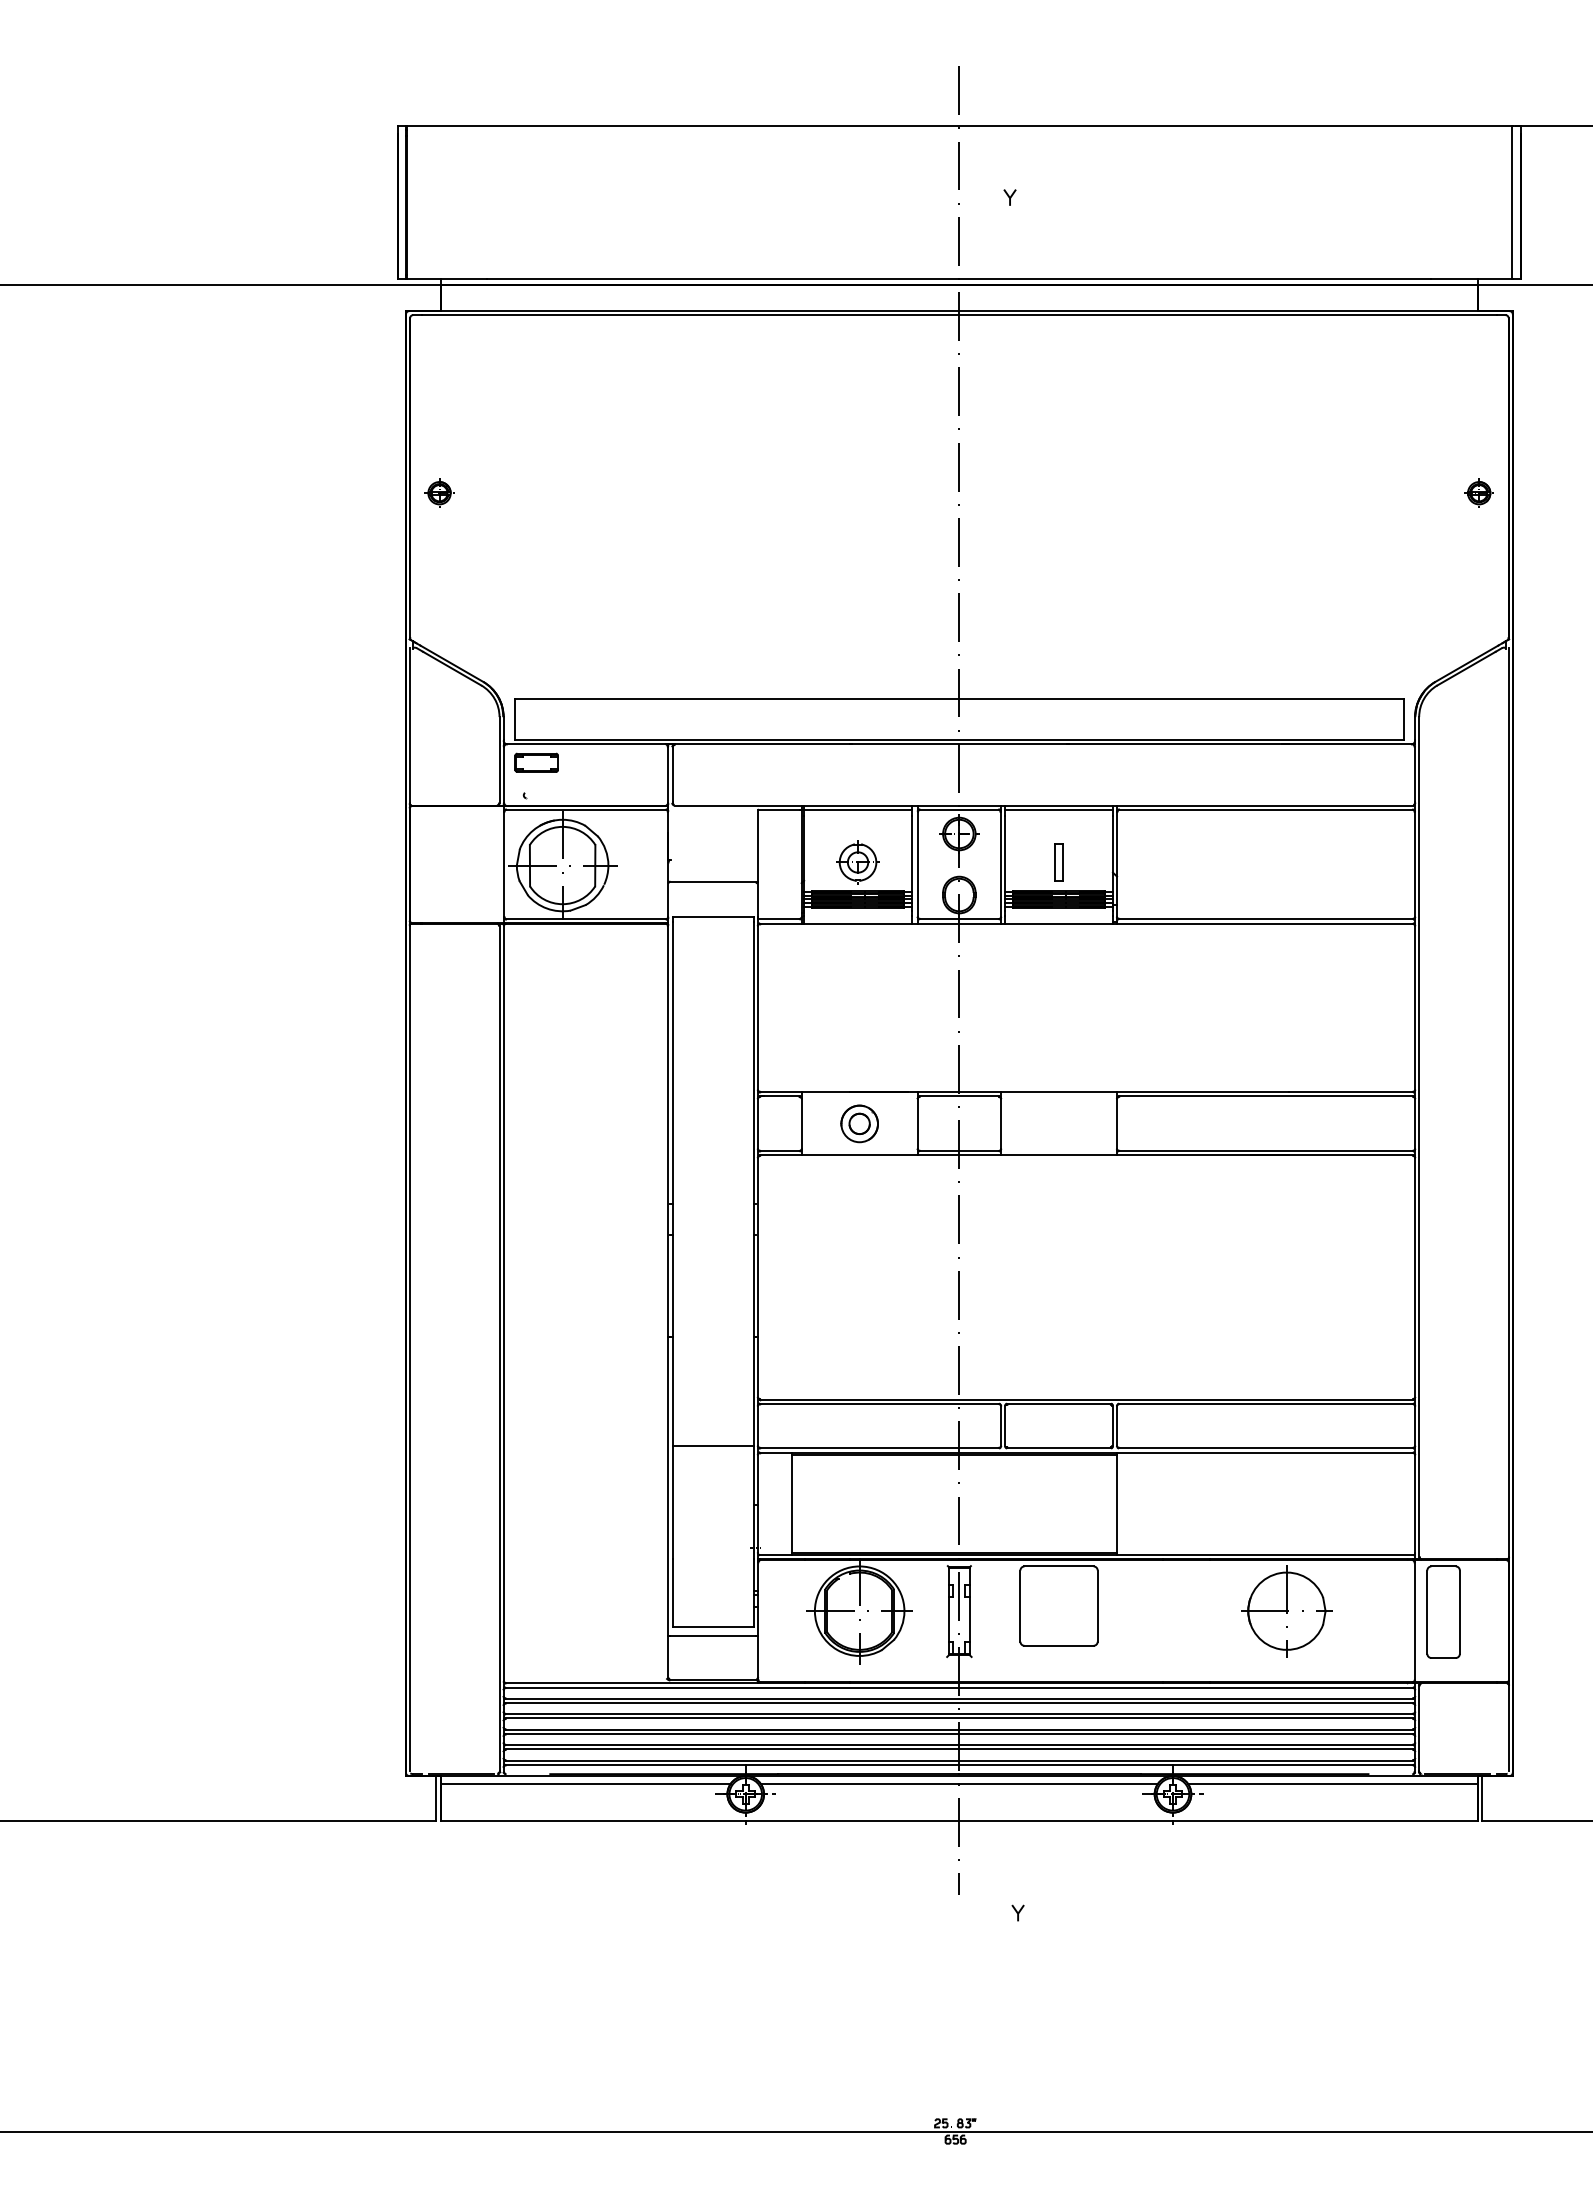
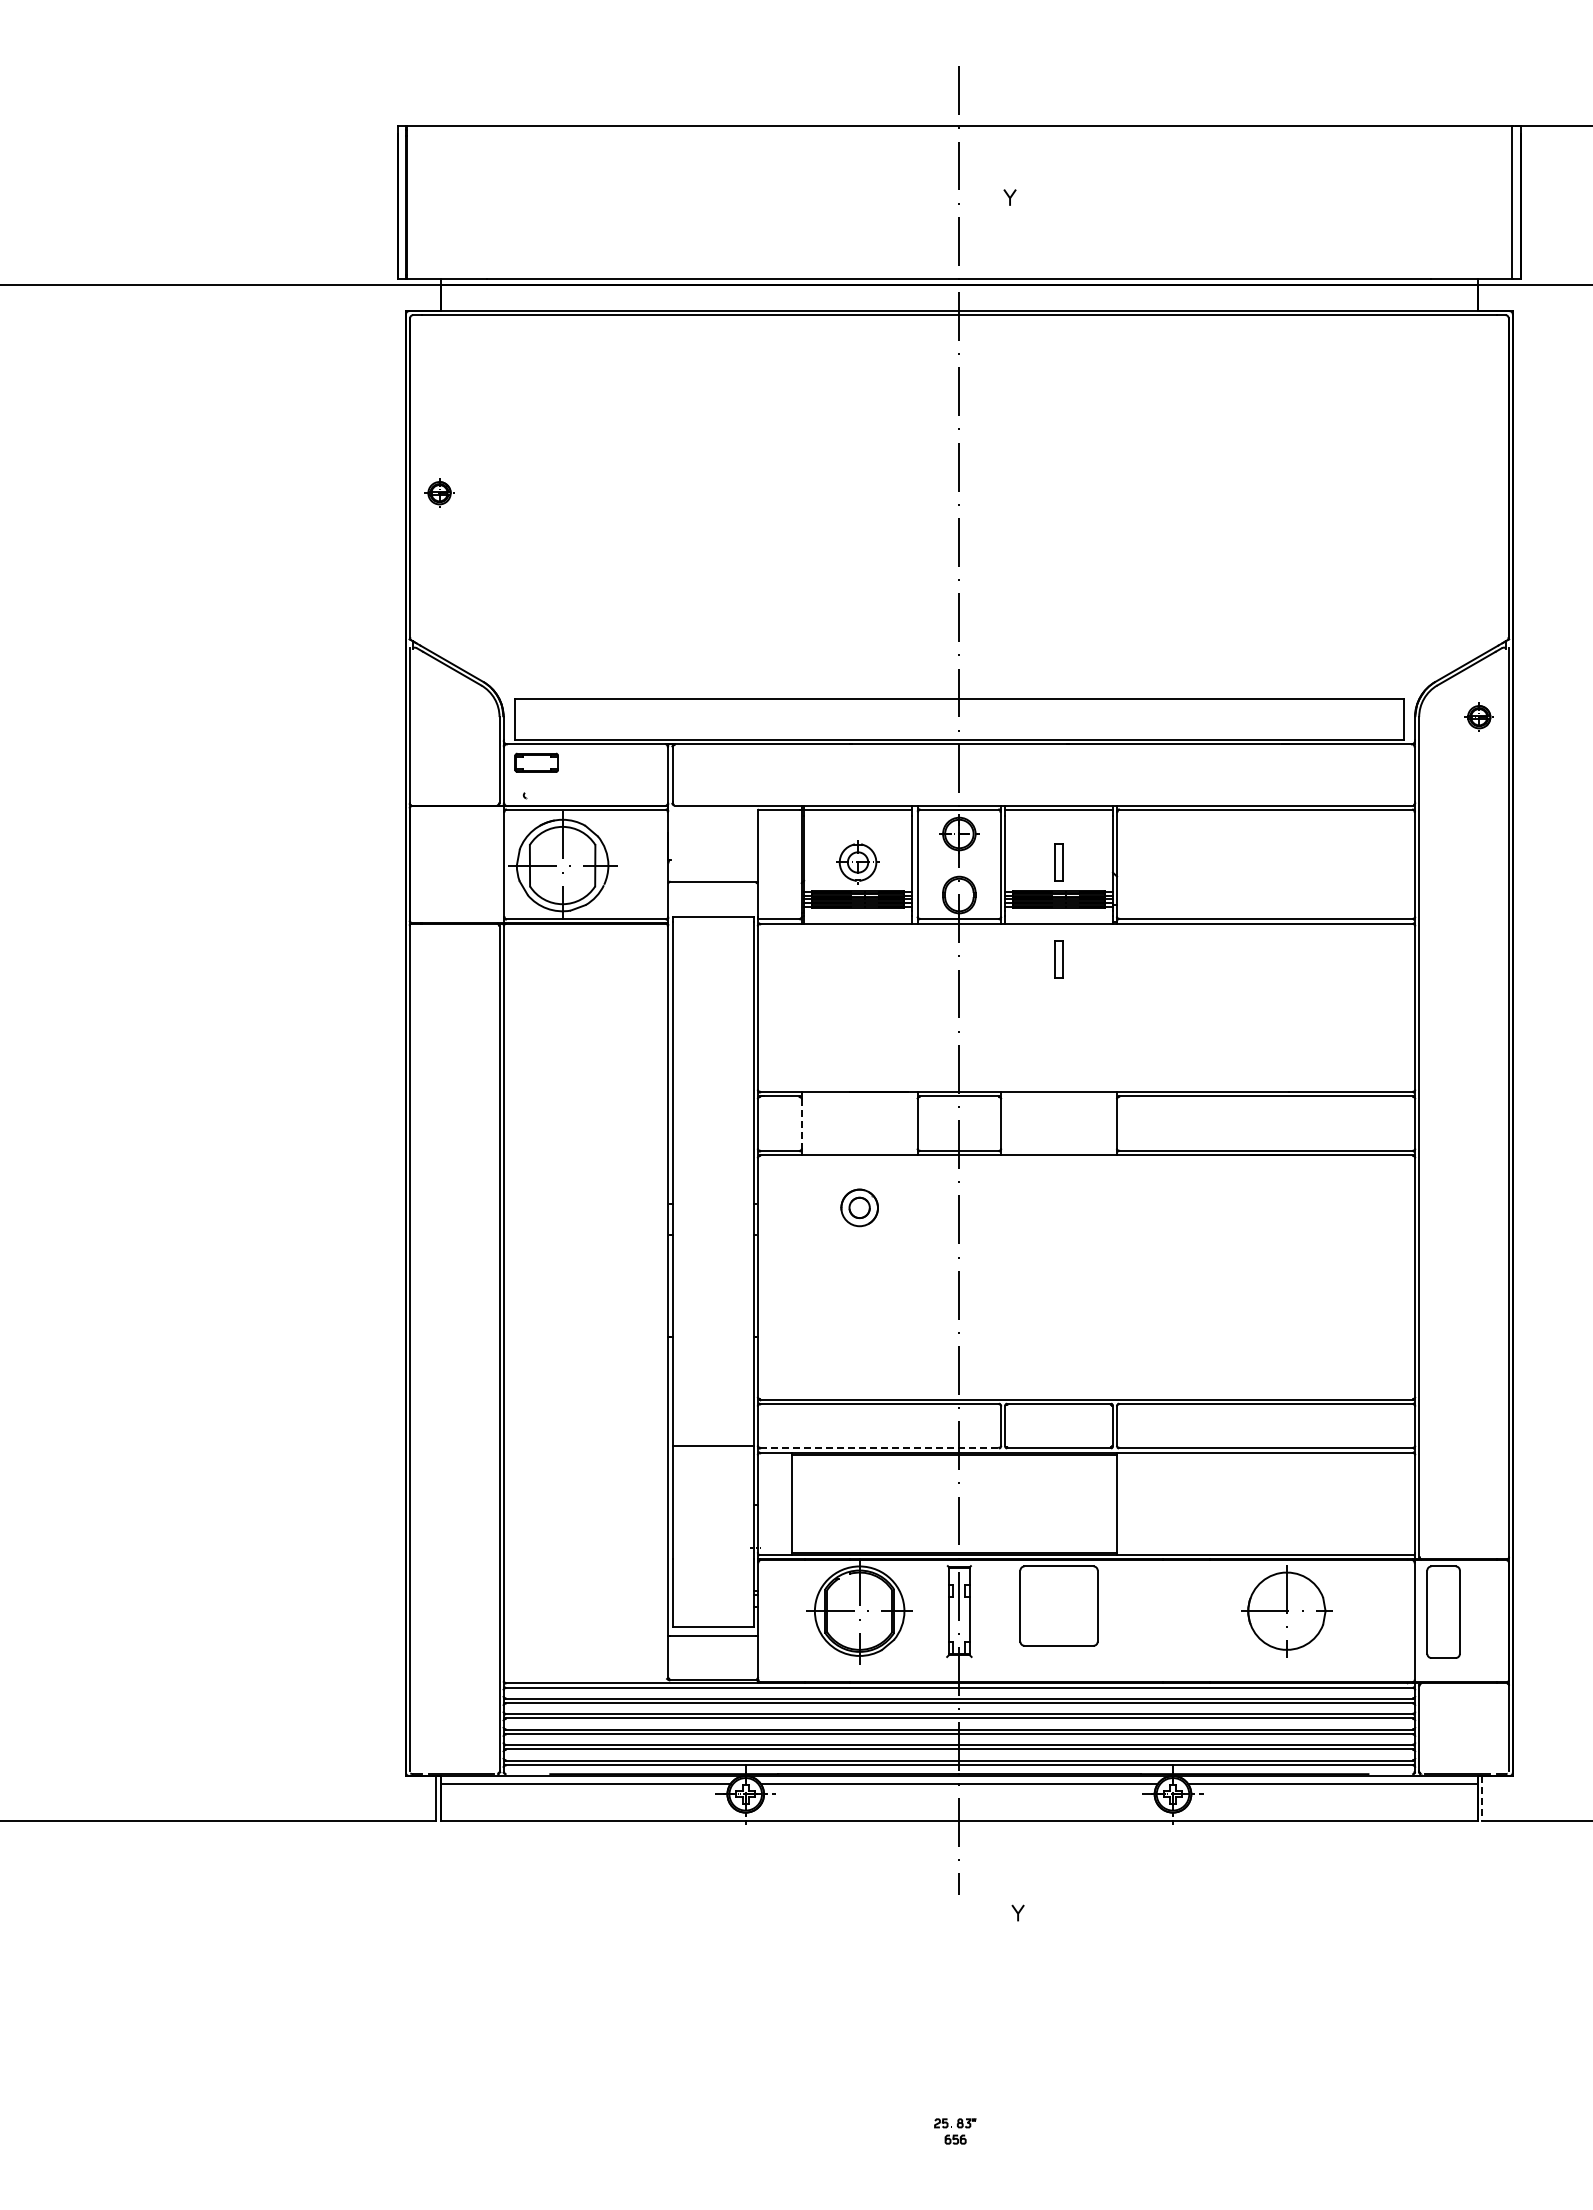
part at (1478, 492) position: (1478, 492) -> (1478, 716)
part at (1058, 959): none -> present
part at (859, 1123) position: (859, 1123) -> (859, 1207)
line at (801, 1124): solid -> dashed
line at (879, 1448): solid -> dashed
line at (1482, 1798): solid -> dashed
line at (795, 2131): present -> none
